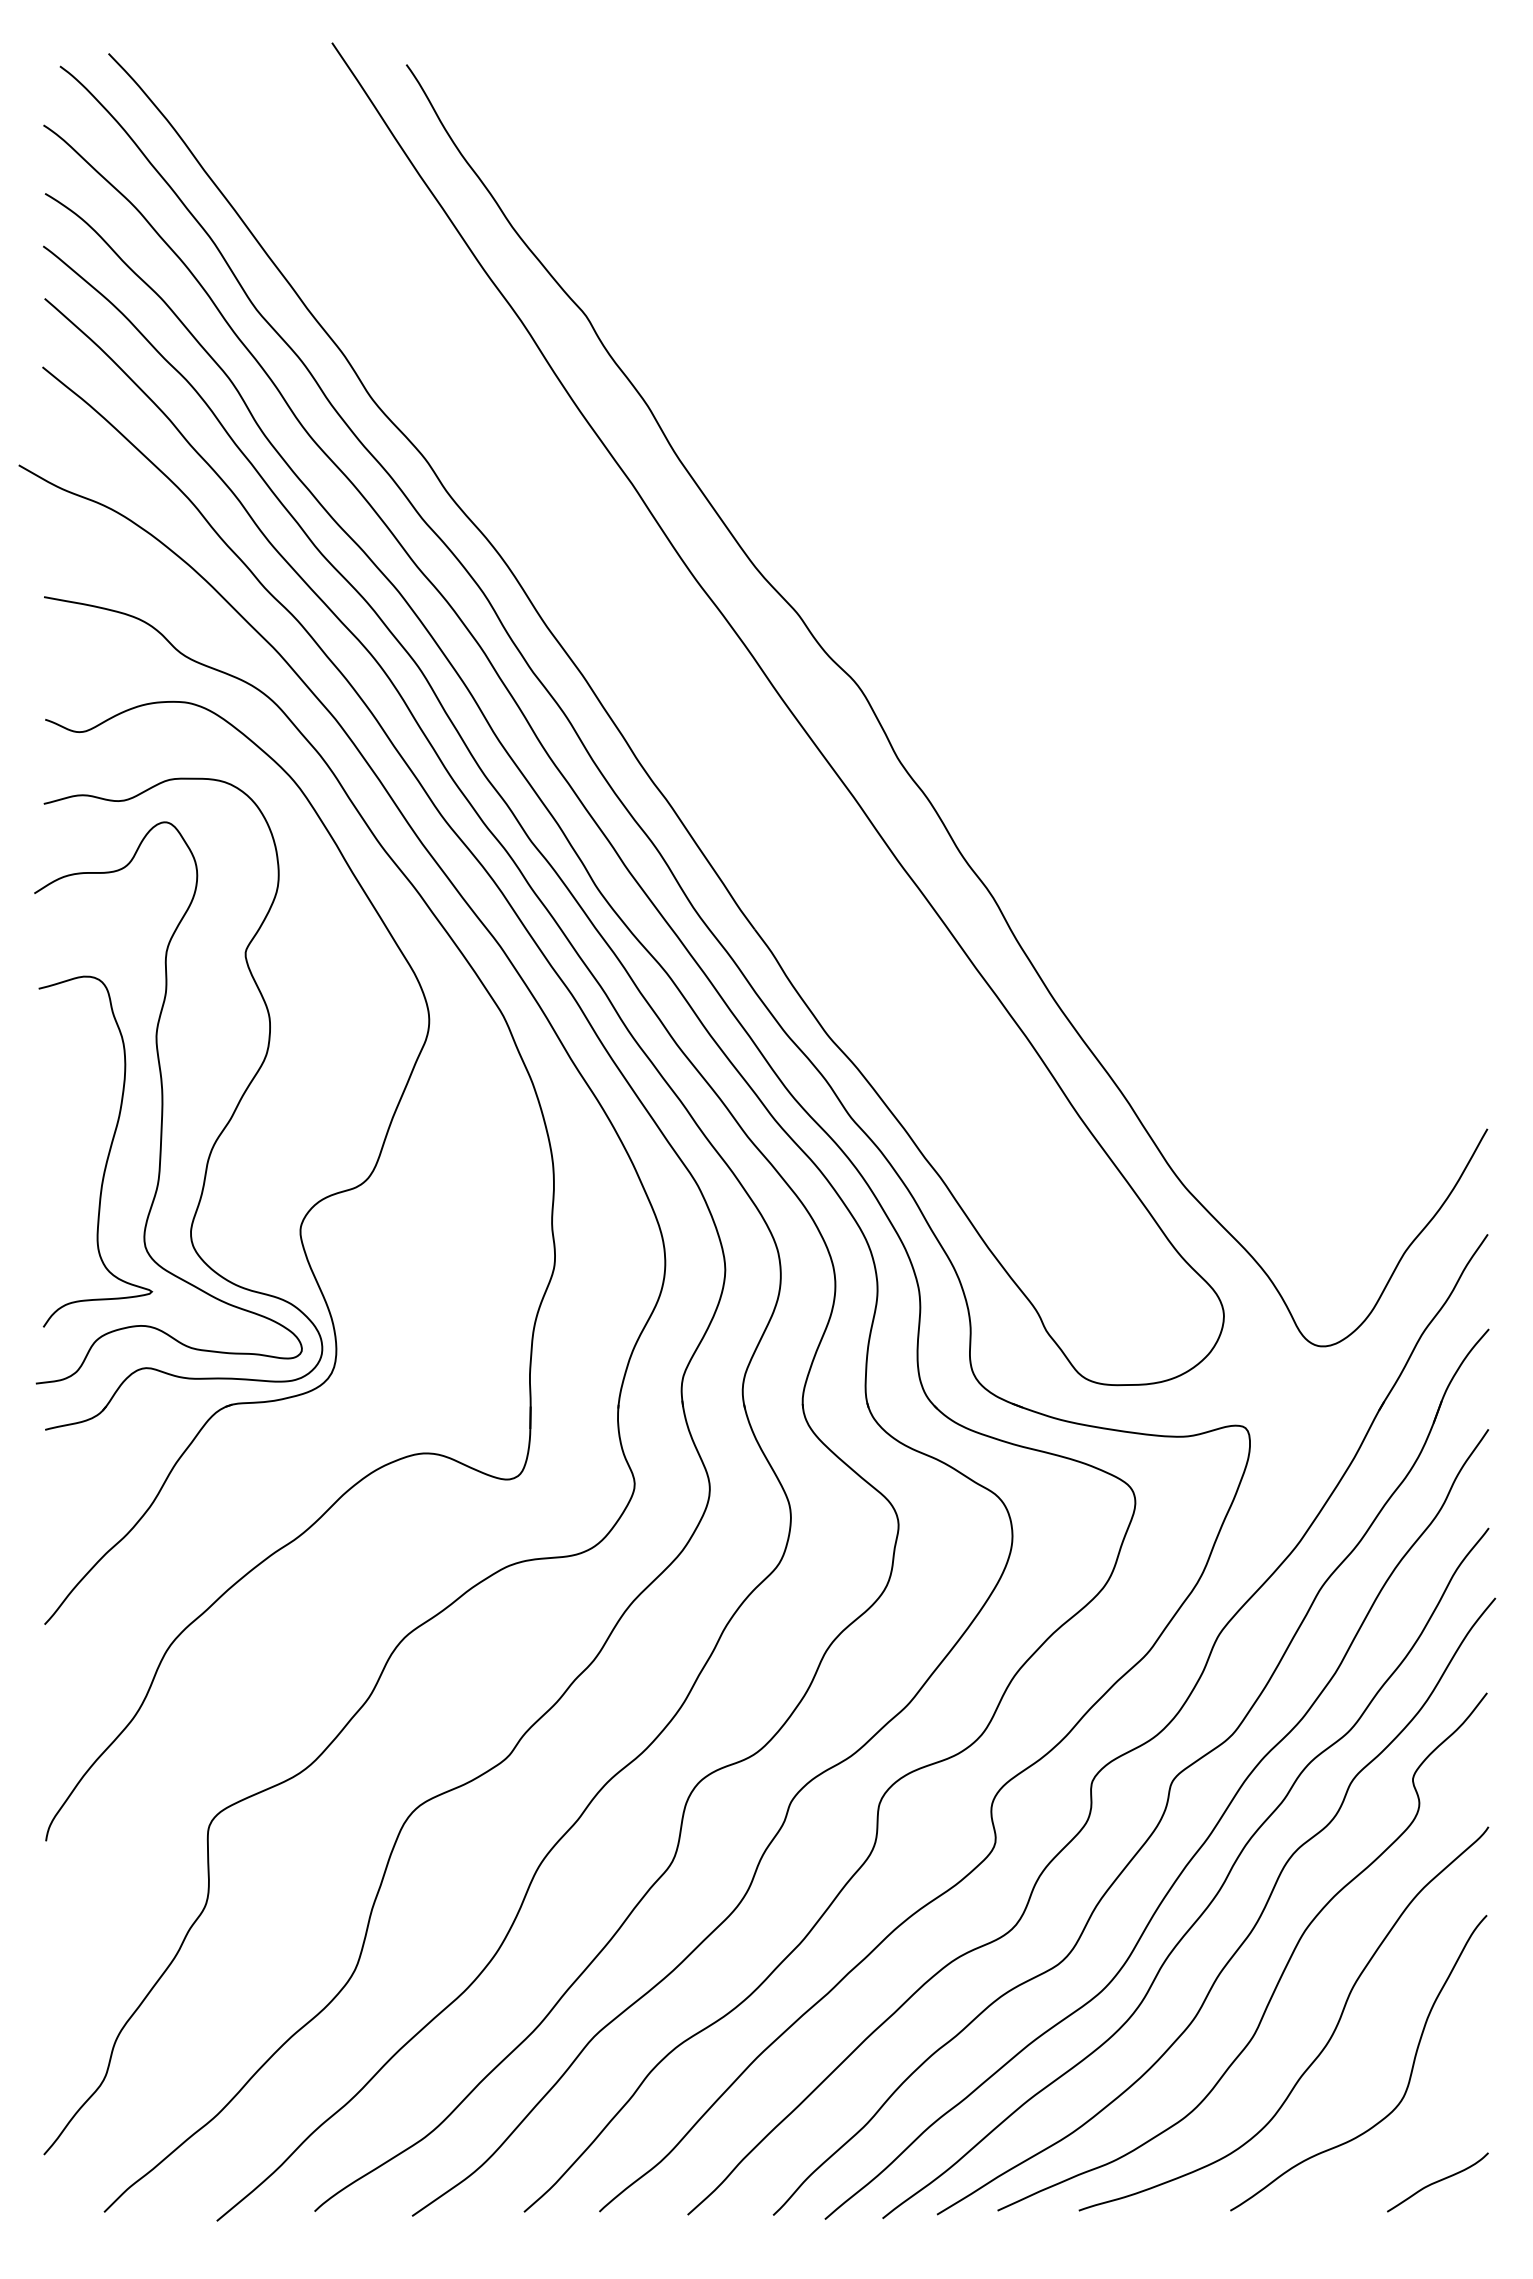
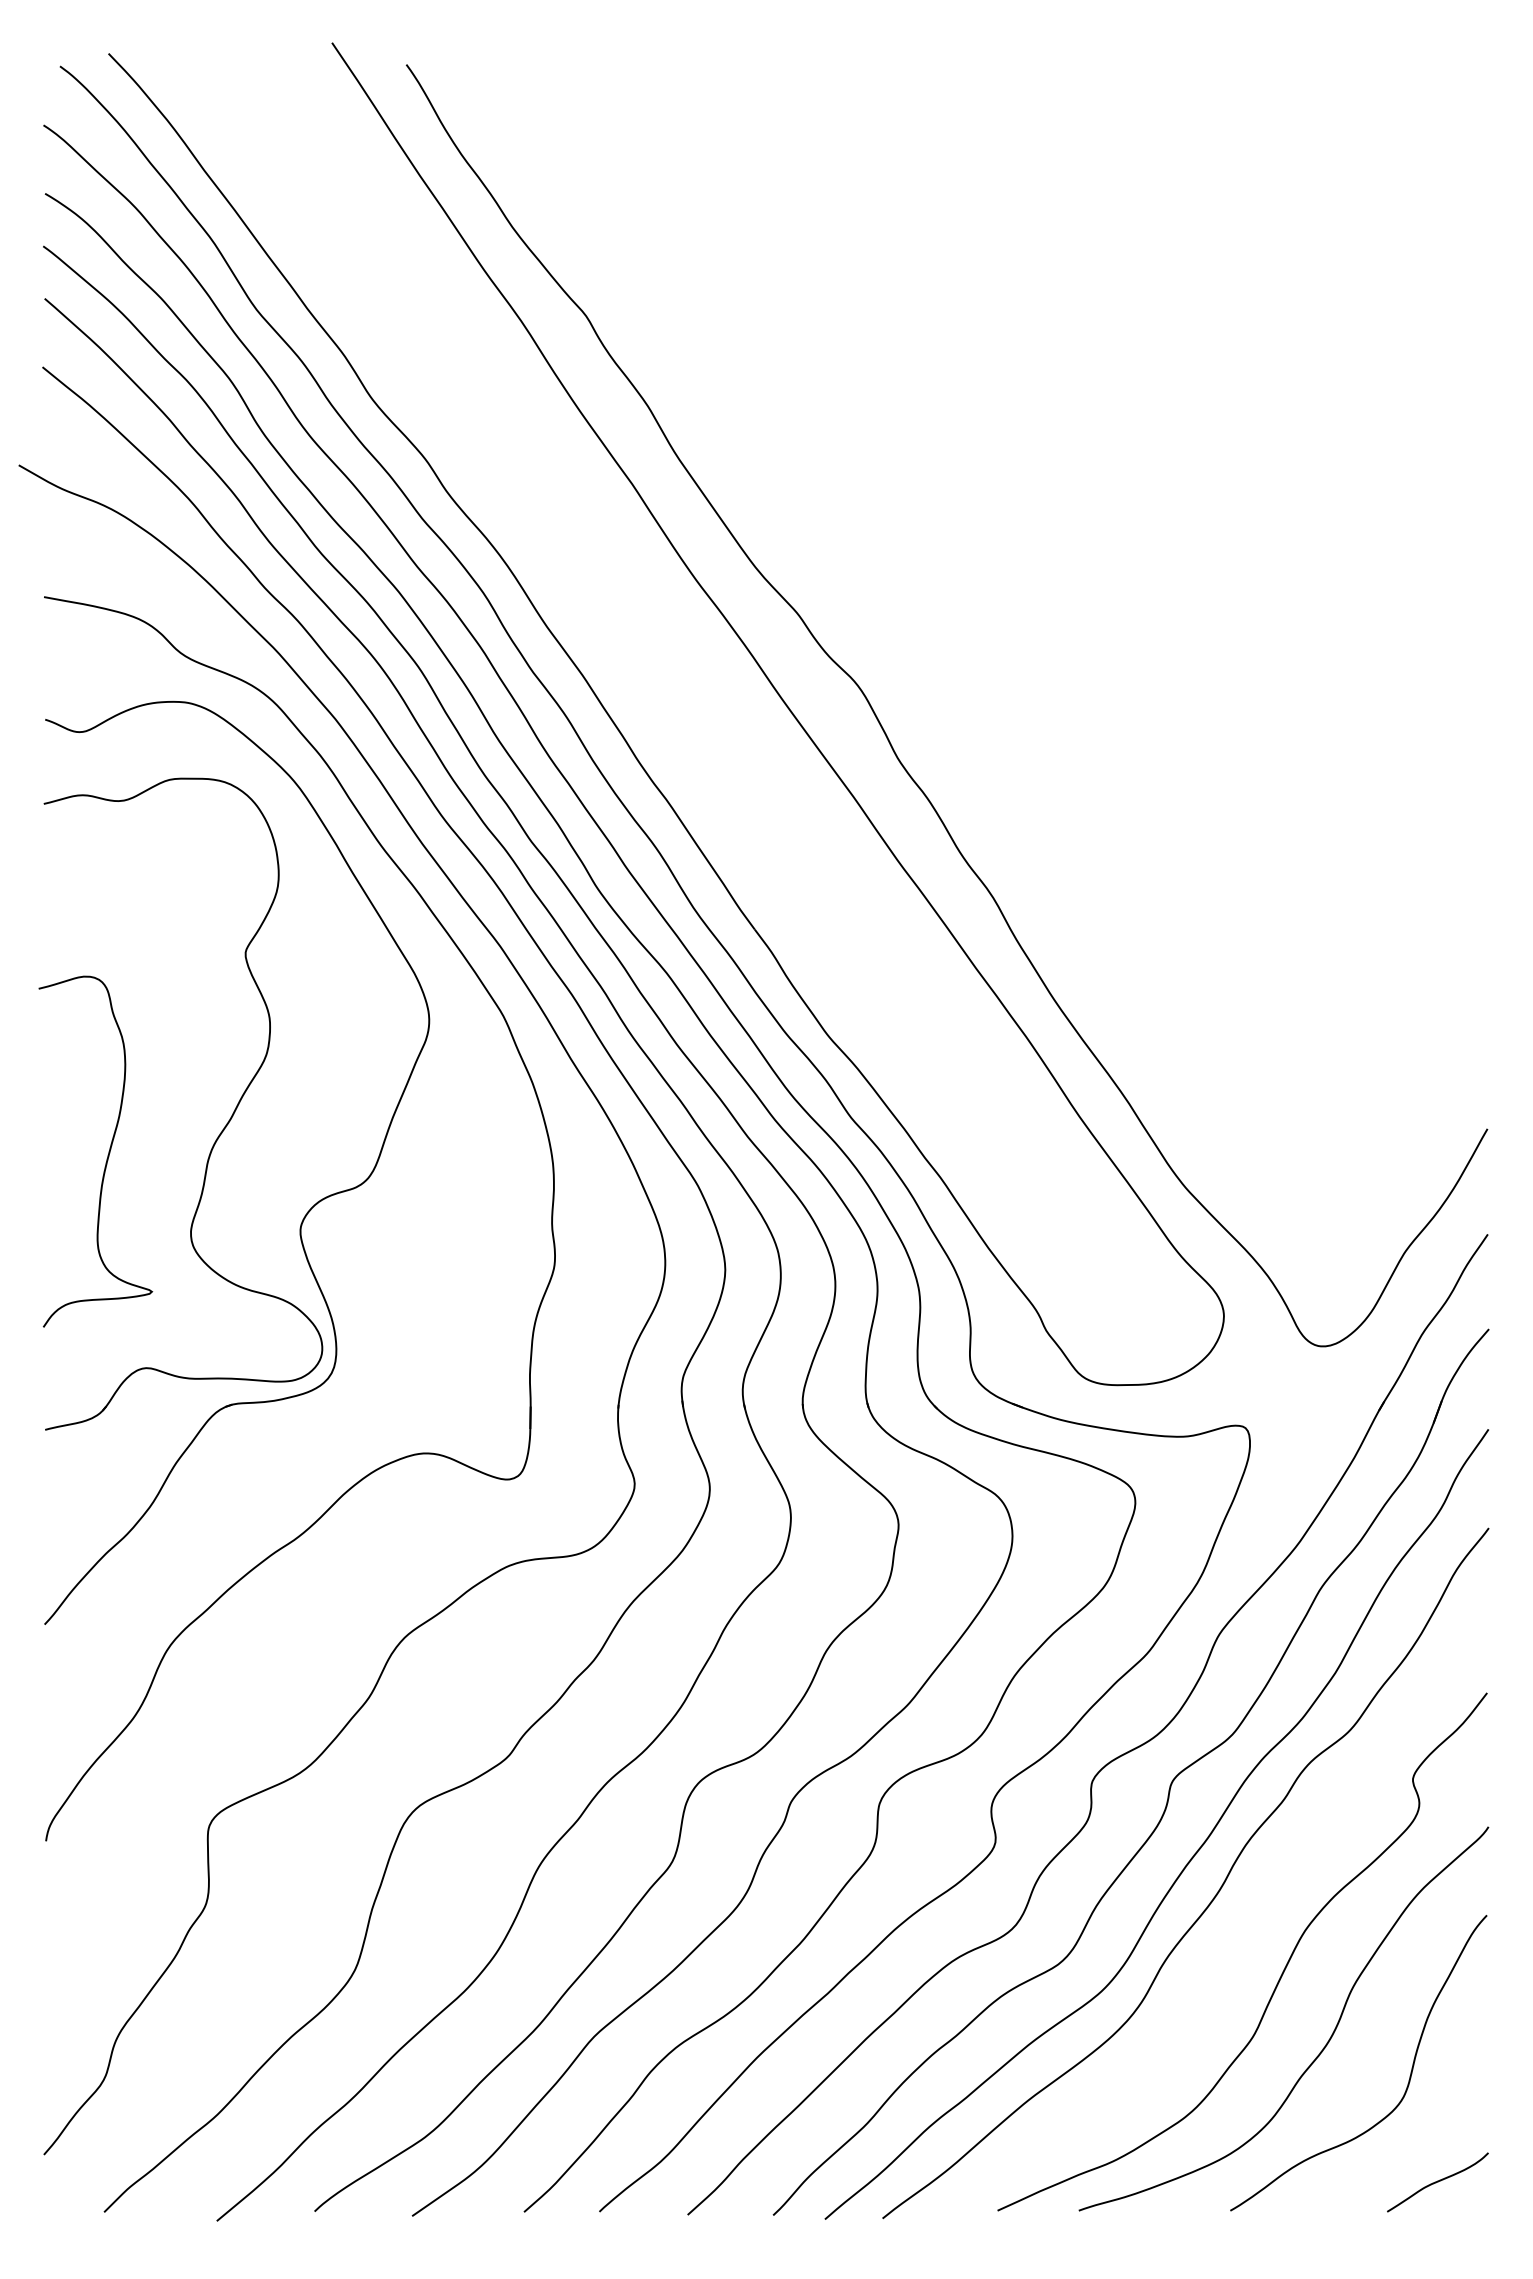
curve at (163, 1102): present -> none
curve at (1252, 1927): present -> none
